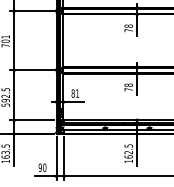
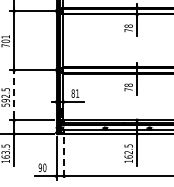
line at (14, 95): solid -> dashed
line at (64, 158): solid -> dashed
